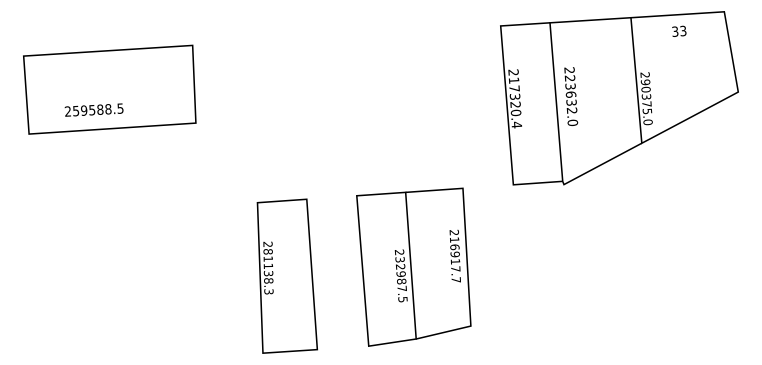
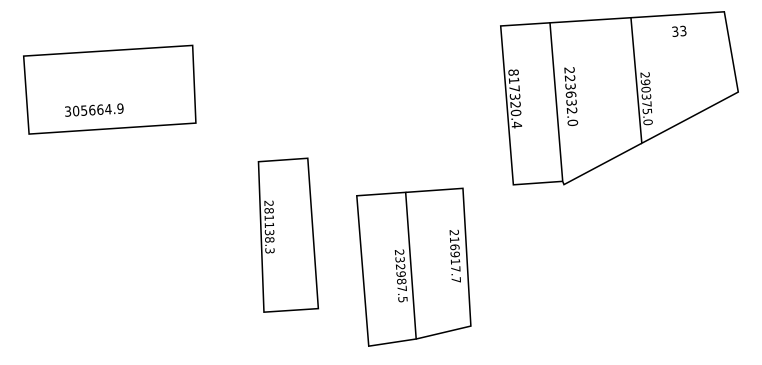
text at (513, 72): 217320.4 -> 817320.4
text at (93, 109): 259588.5 -> 305664.9
text at (286, 275) position: (286, 275) -> (287, 234)
